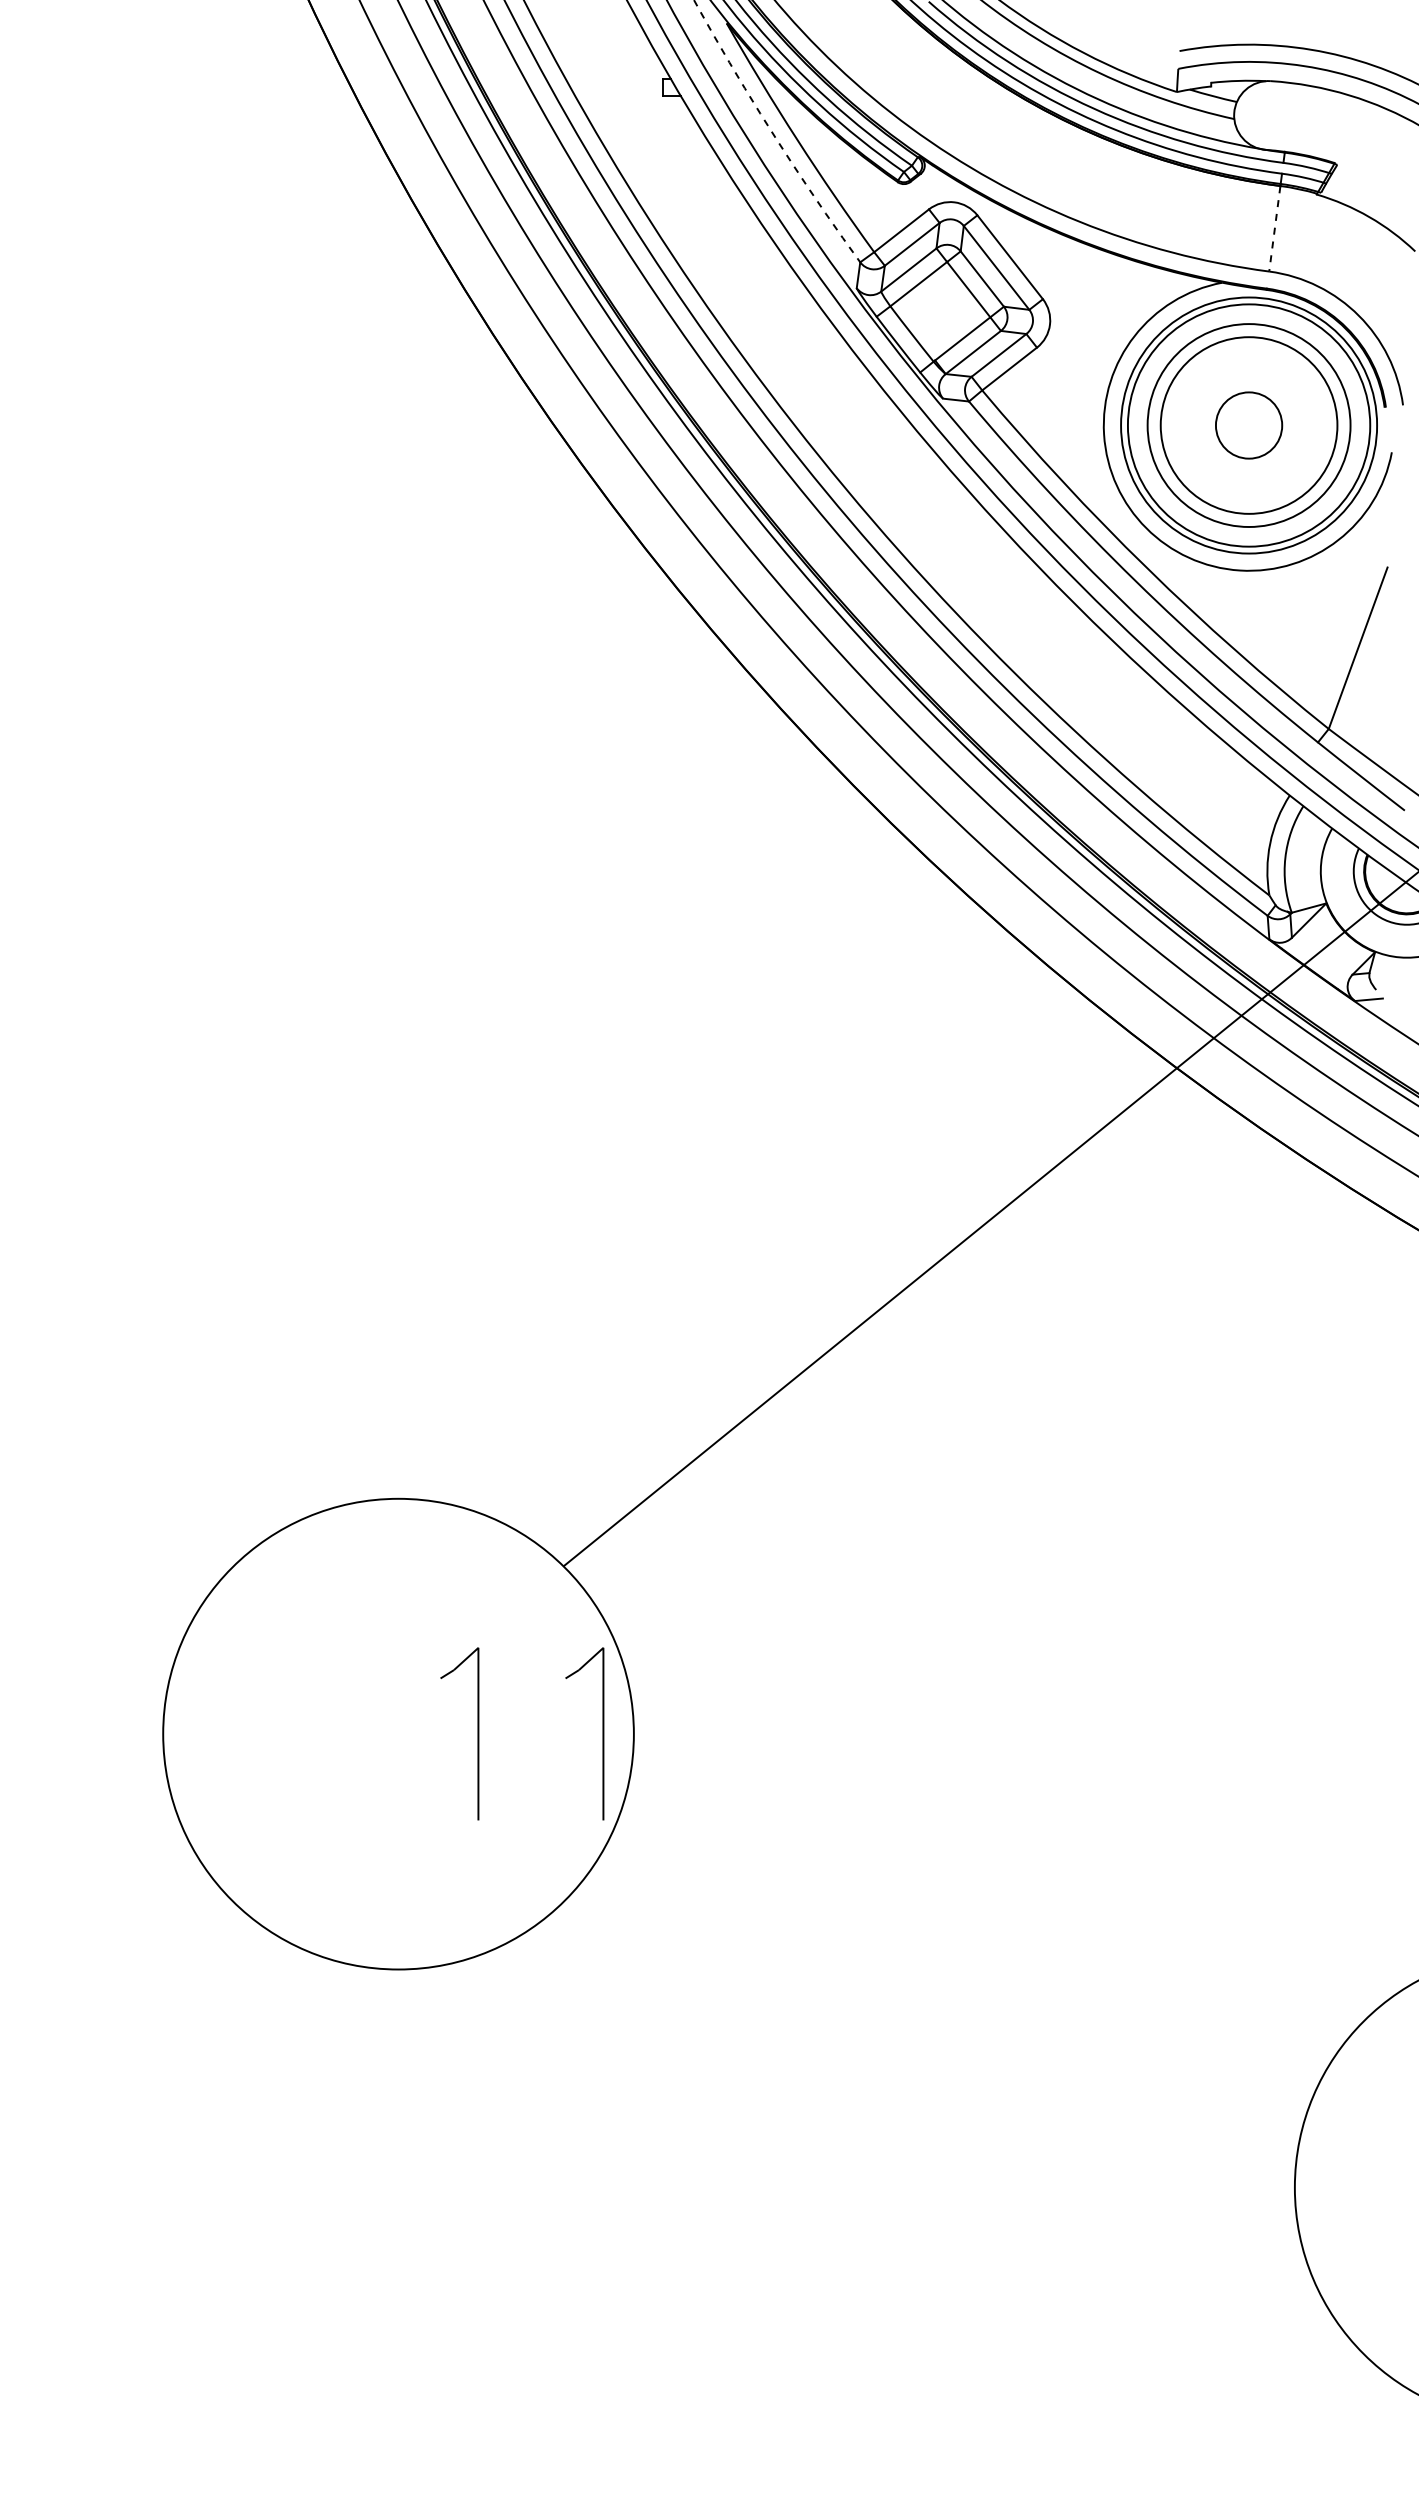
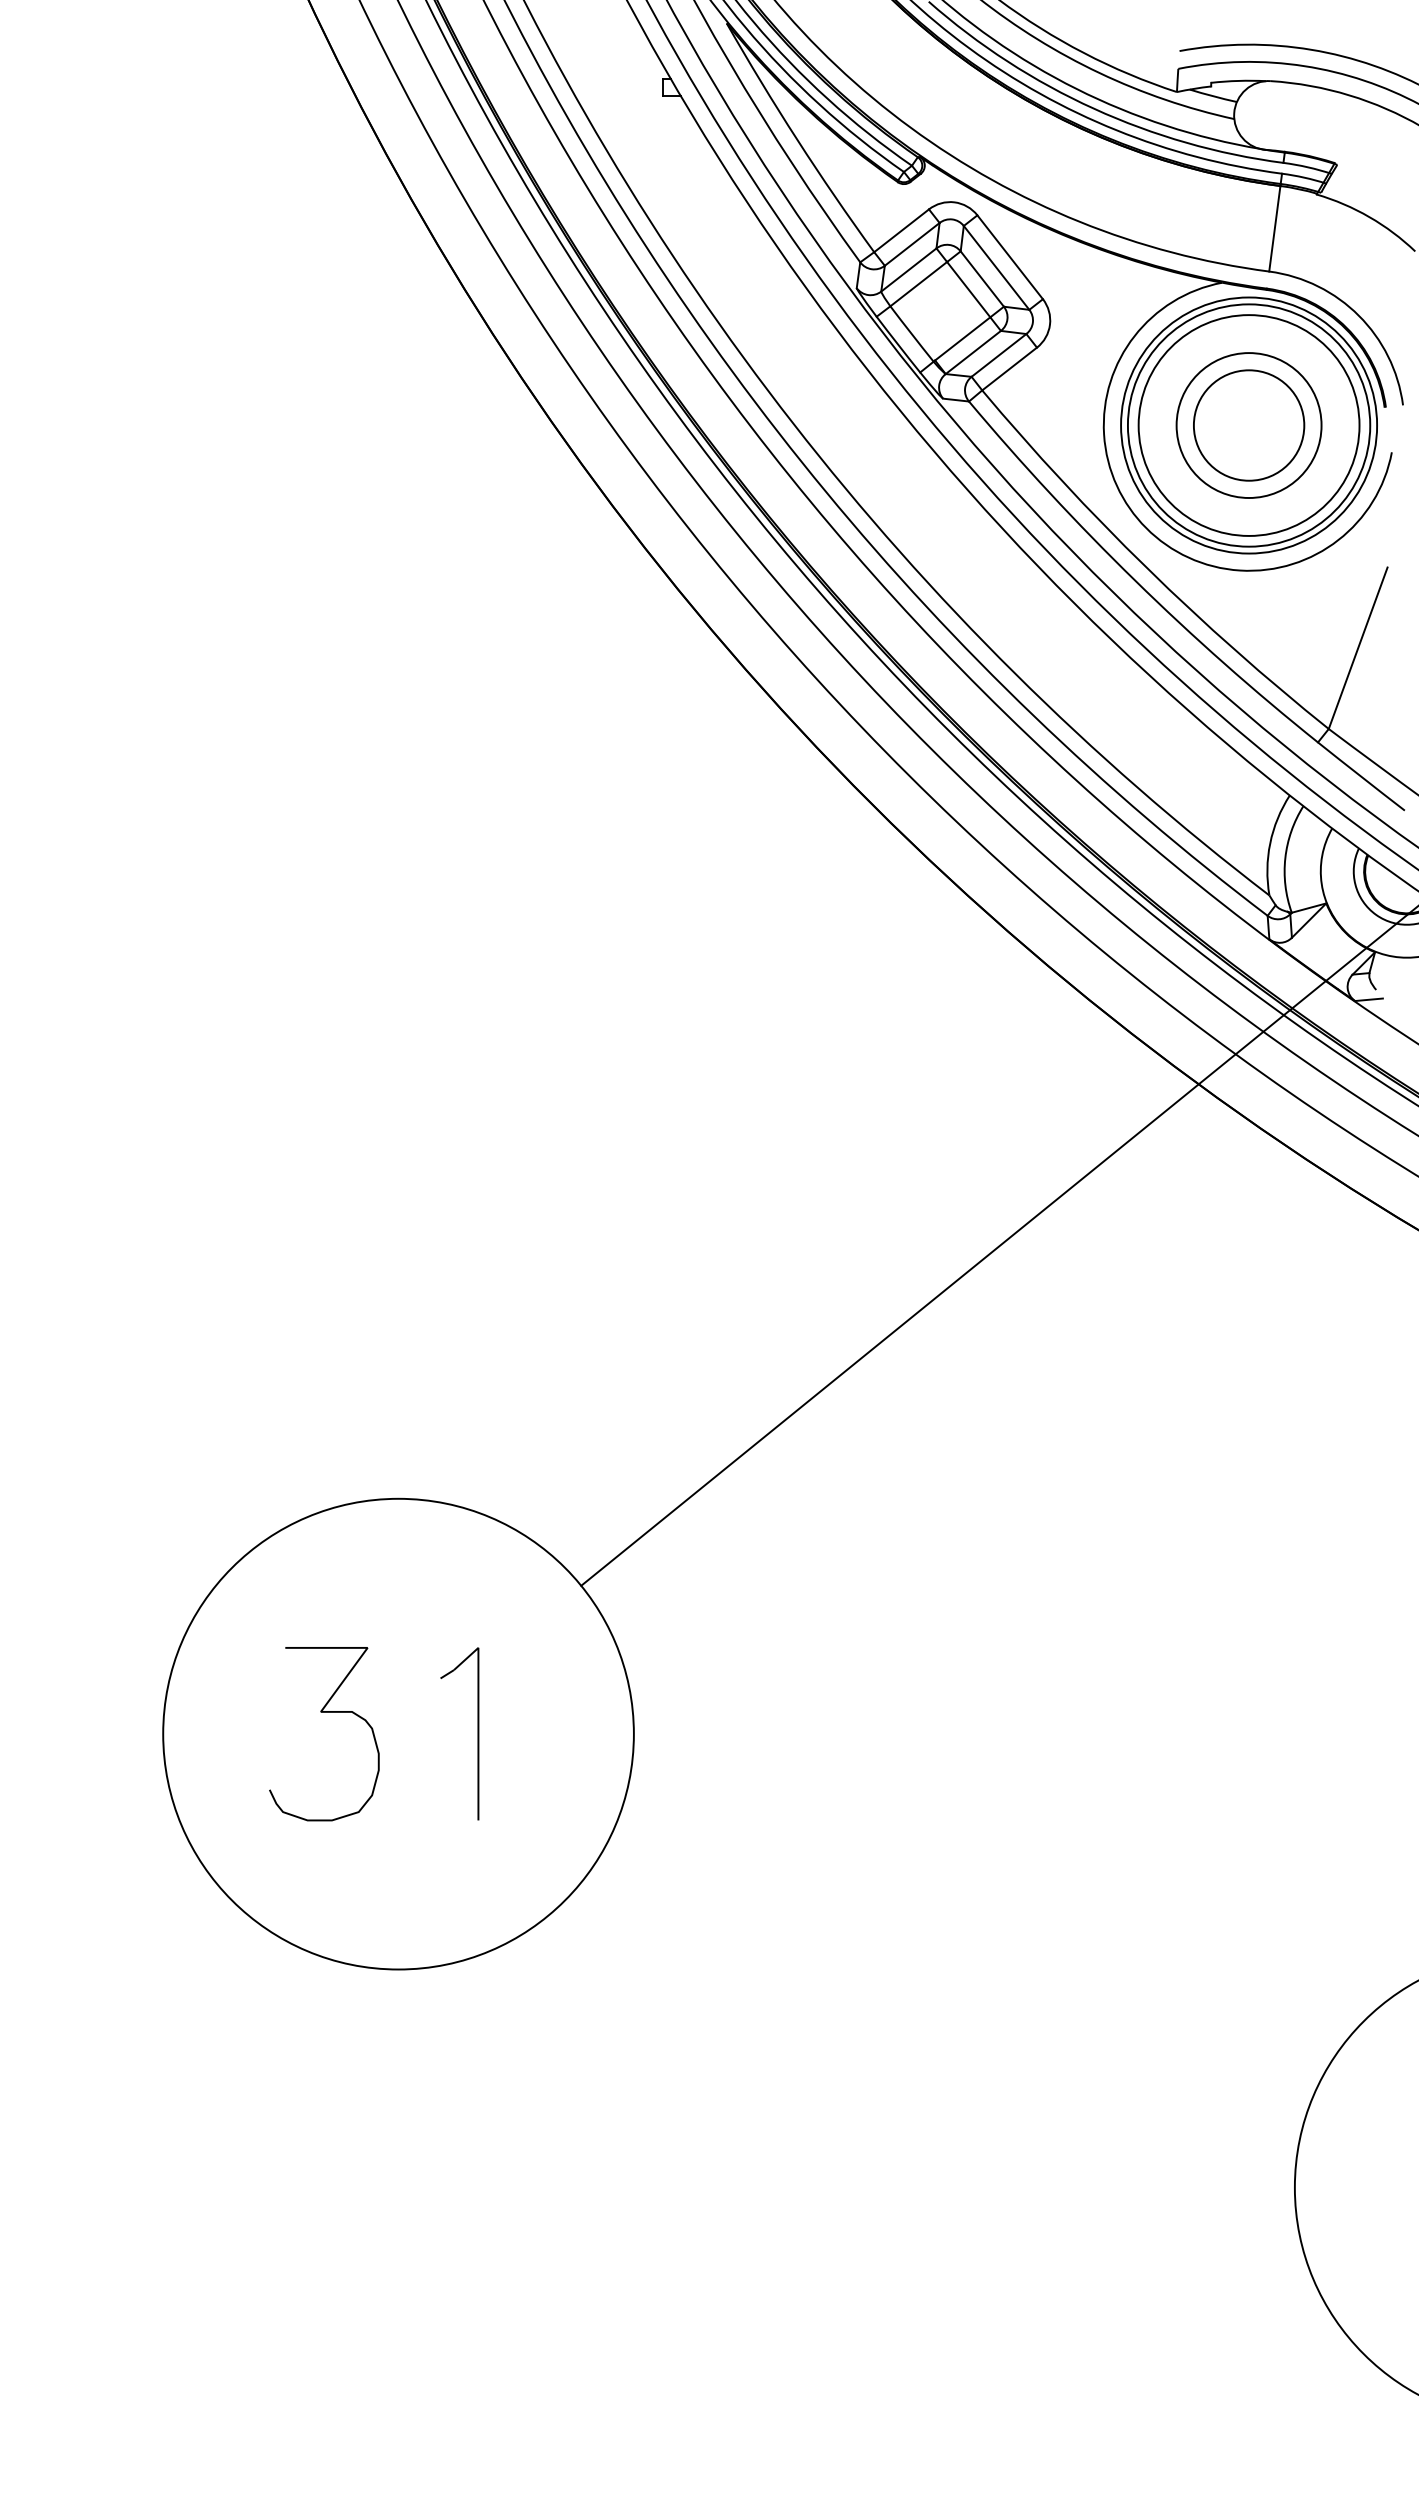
arc at (773, 133): dashed -> solid
line at (1274, 228): dashed -> solid
circle at (1248, 425) diameter: 177 px -> 221 px
circle at (1248, 425) diameter: 203 px -> 145 px
circle at (1248, 425) diameter: 66 px -> 110 px
line at (989, 1219) position: (989, 1219) -> (998, 1246)
curve at (324, 1712): none -> present
part at (602, 1733): present -> none
